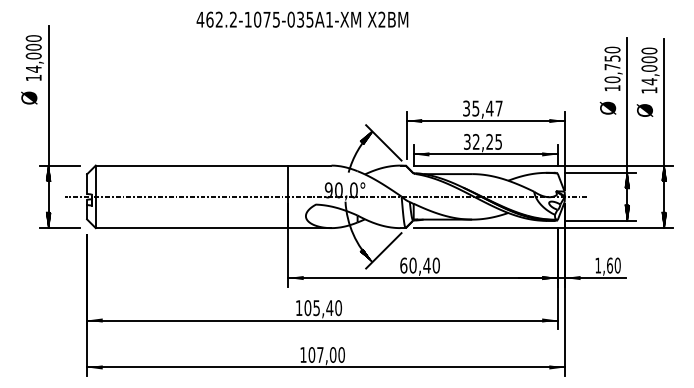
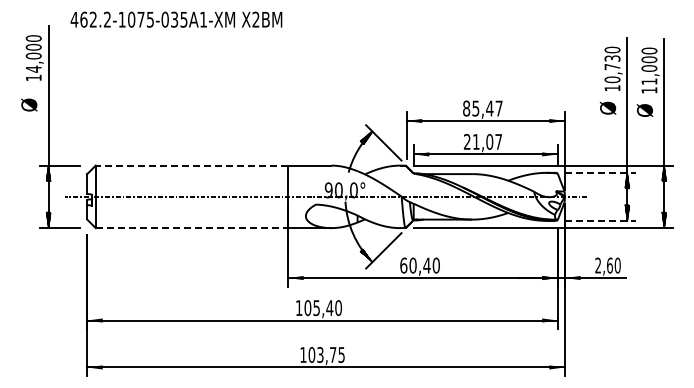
text at (302, 19) position: (302, 19) -> (176, 19)
text at (611, 58): 10,750 -> 10,730
text at (649, 81): 14,000 -> 11,000
text at (29, 97) position: (29, 97) -> (29, 104)
text at (466, 108): 35,47 -> 85,47
text at (482, 141): 32,25 -> 21,07
line at (191, 165): solid -> dashed
line at (600, 172): solid -> dashed
line at (600, 220): solid -> dashed
line at (192, 228): solid -> dashed
text at (597, 265): 1,60 -> 2,60
text at (330, 354): 107,00 -> 103,75
